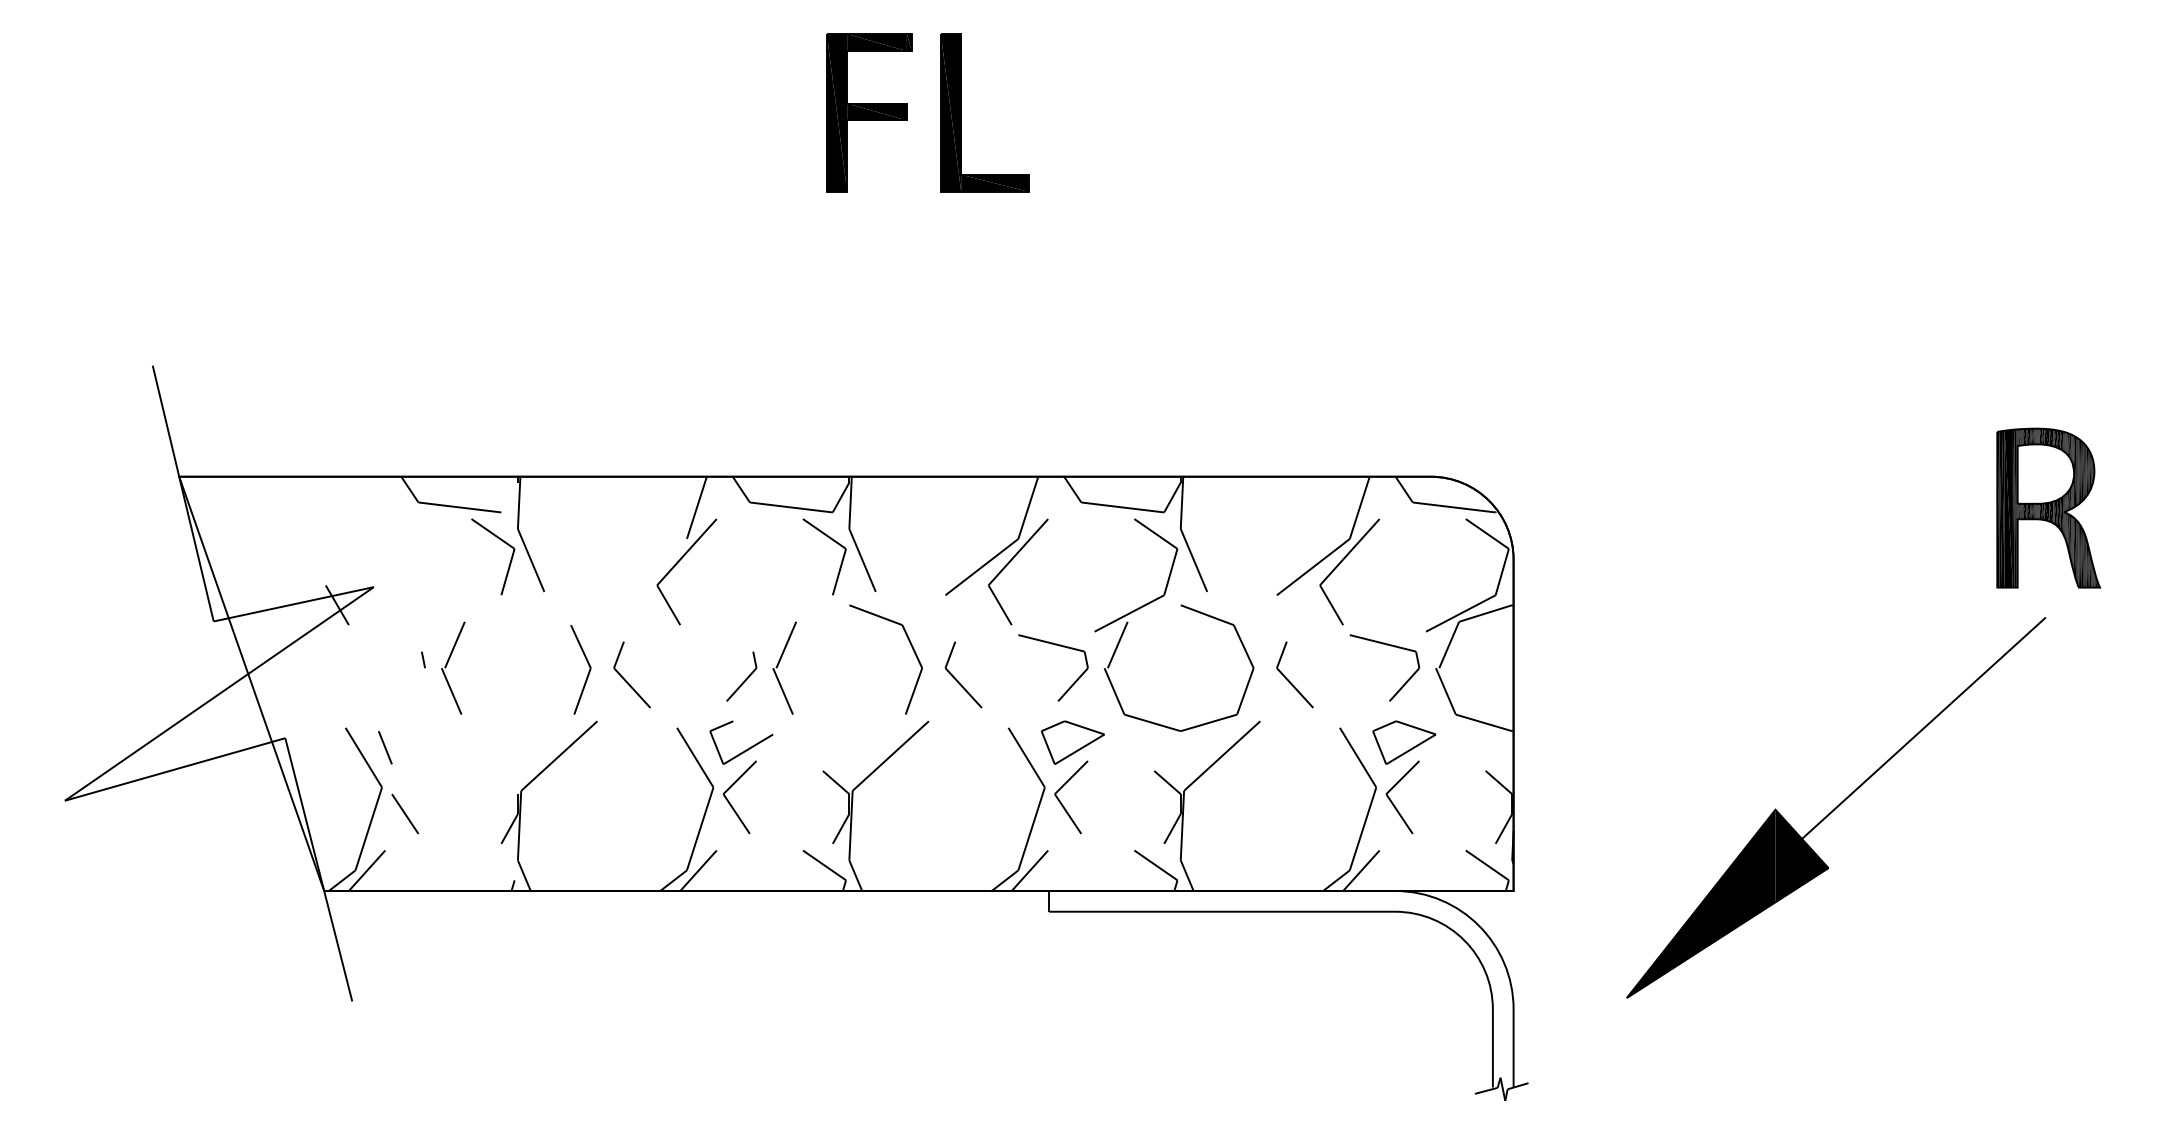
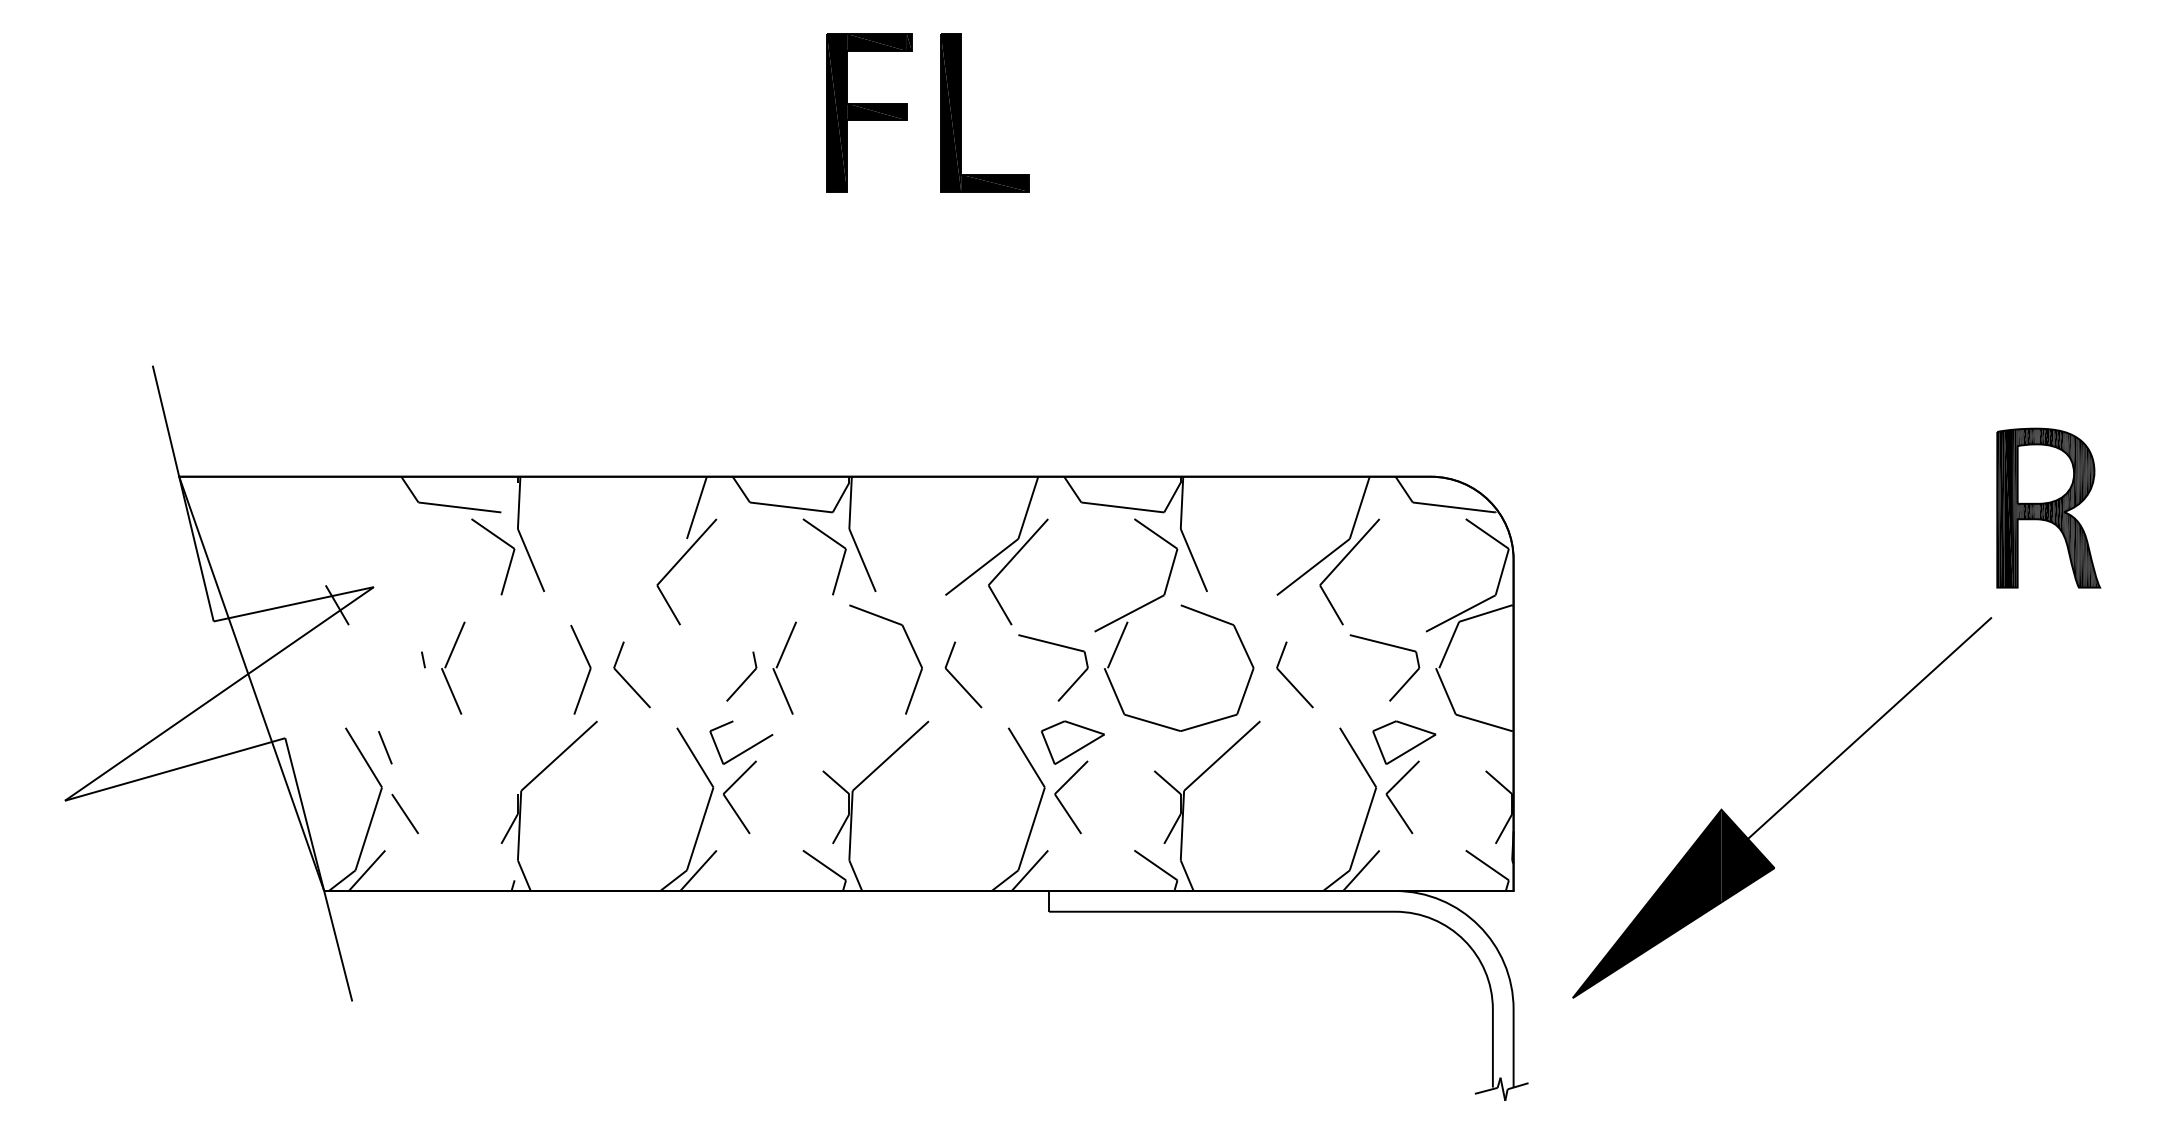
part at (1836, 807) position: (1836, 807) -> (1782, 807)
